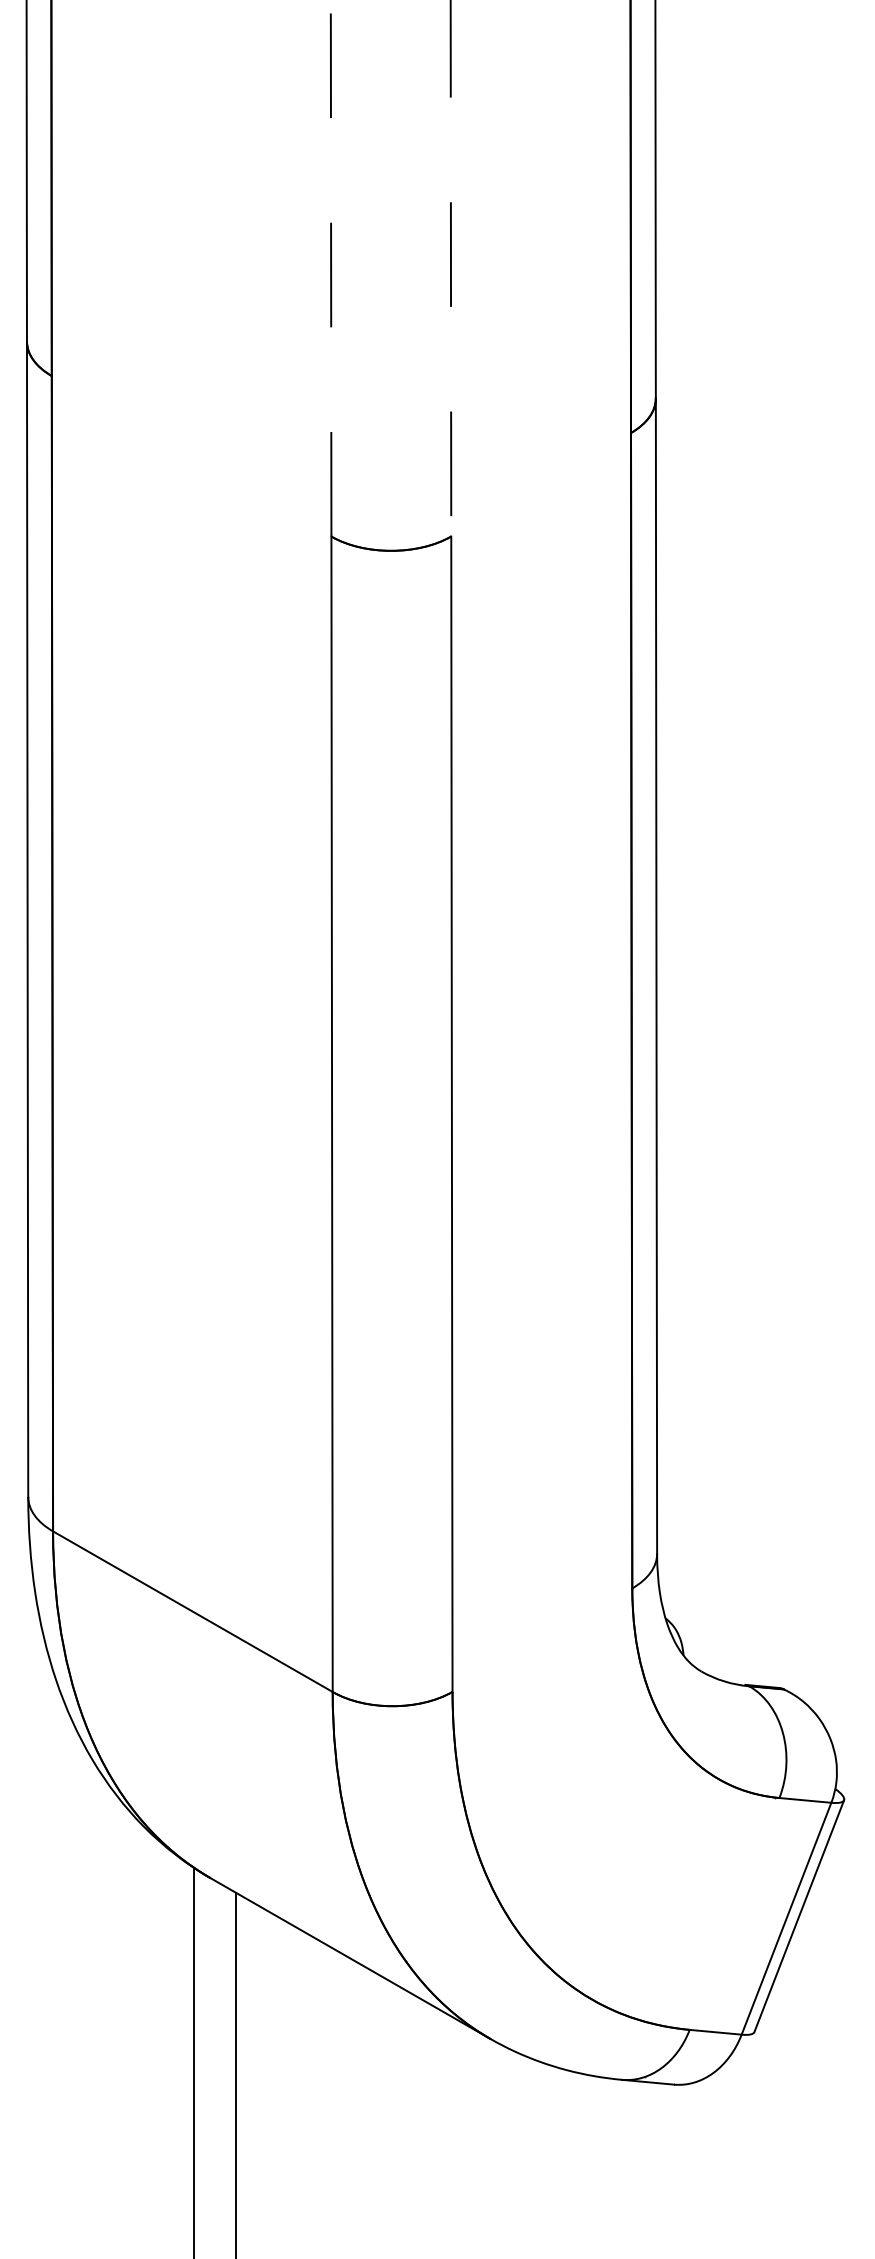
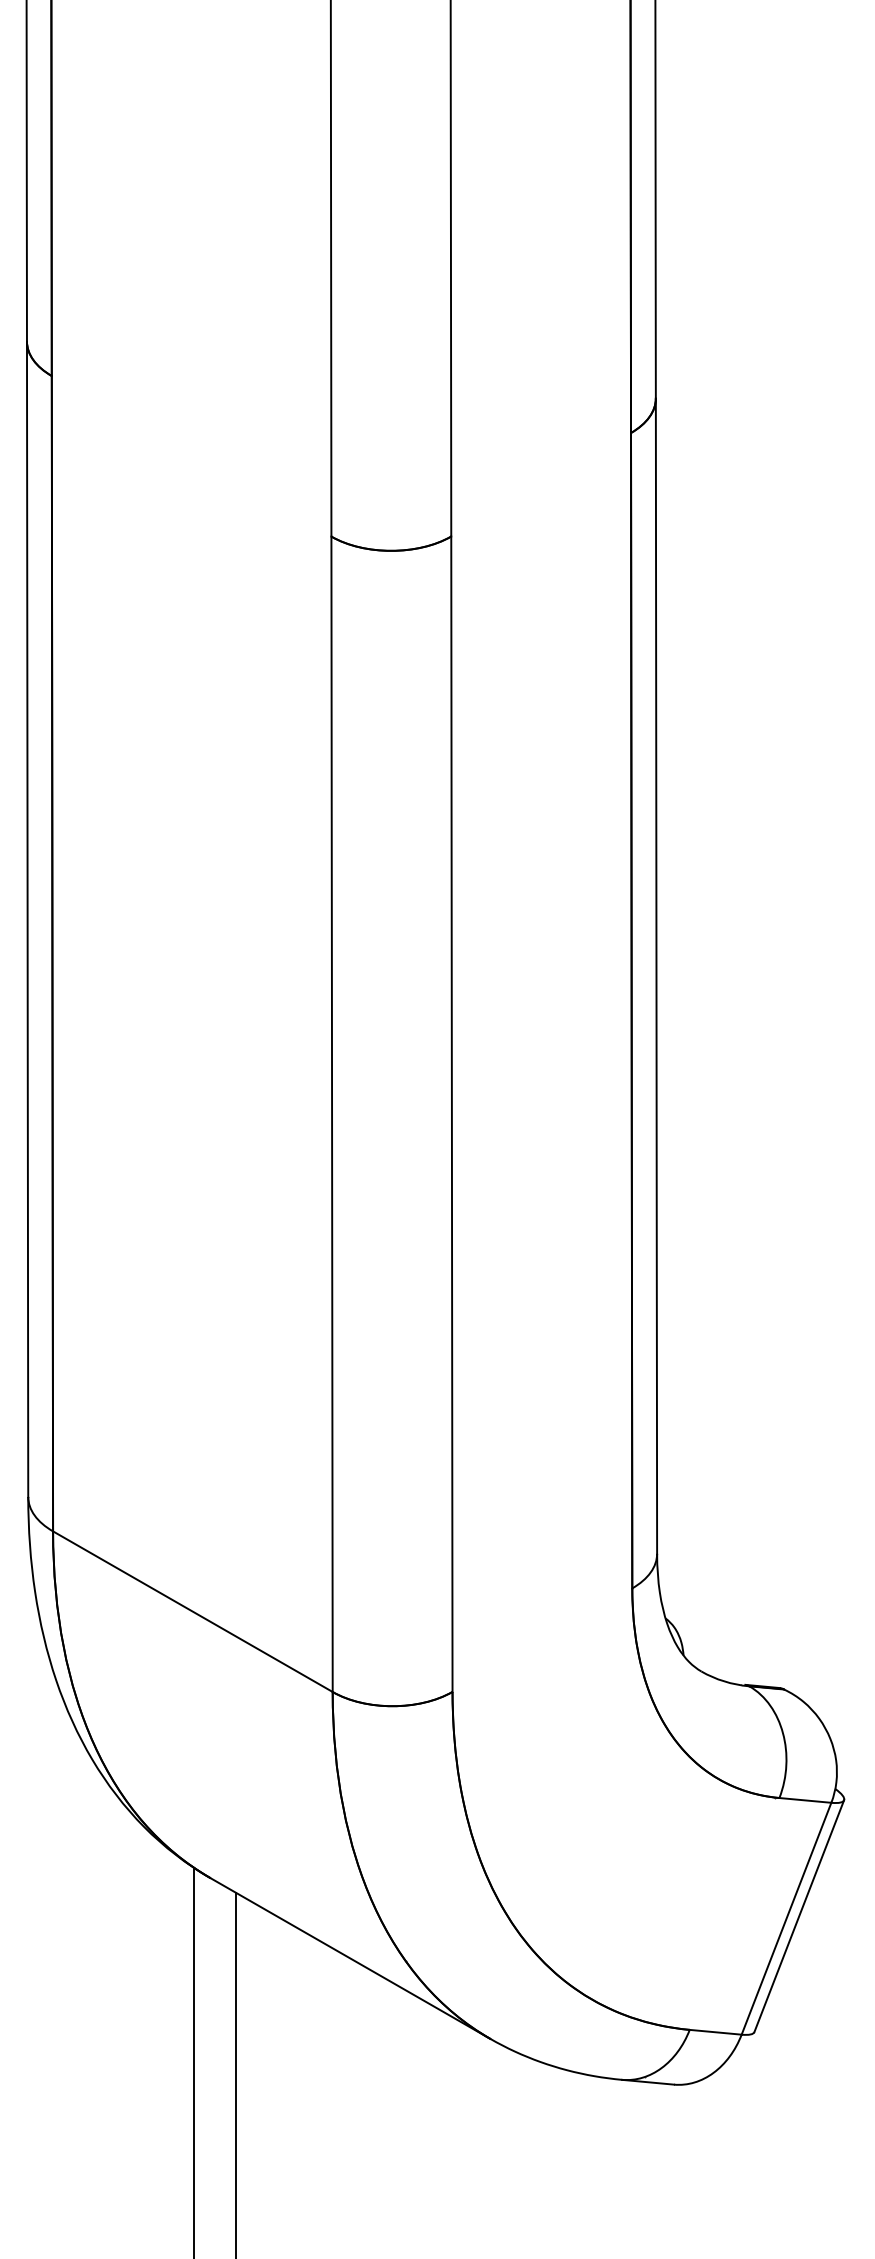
line at (331, 267): dashed -> solid
line at (450, 268): dashed -> solid
